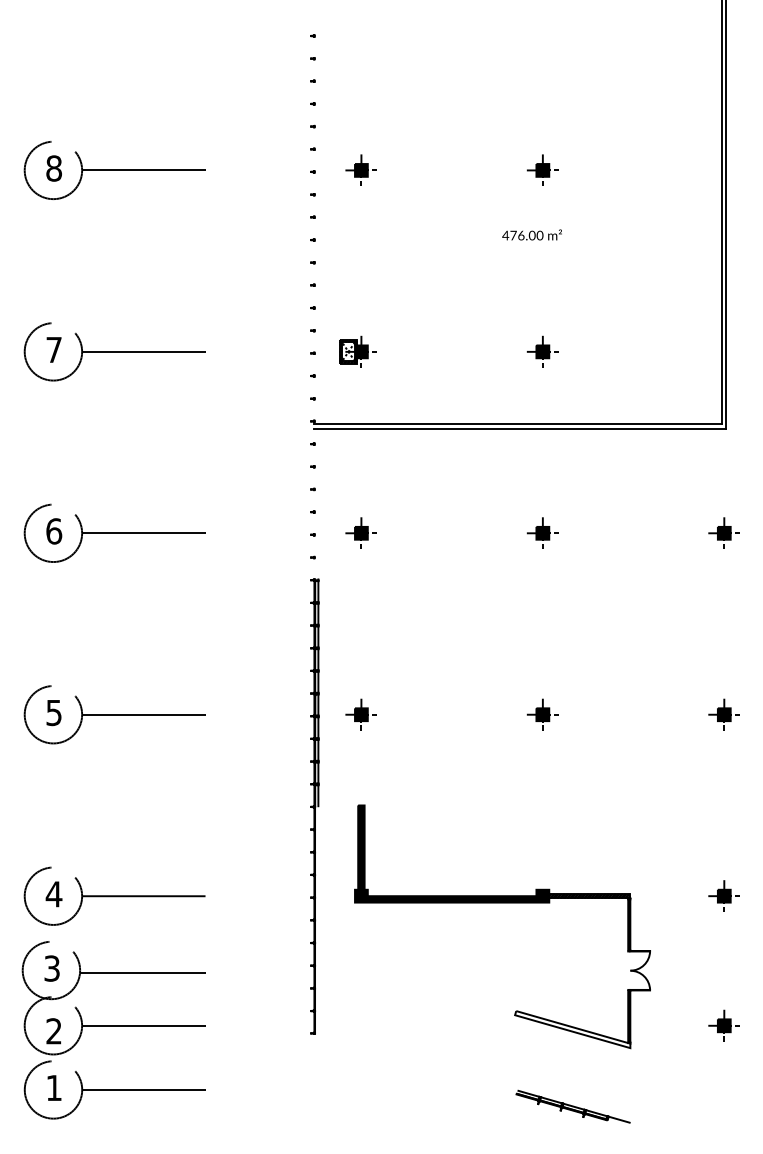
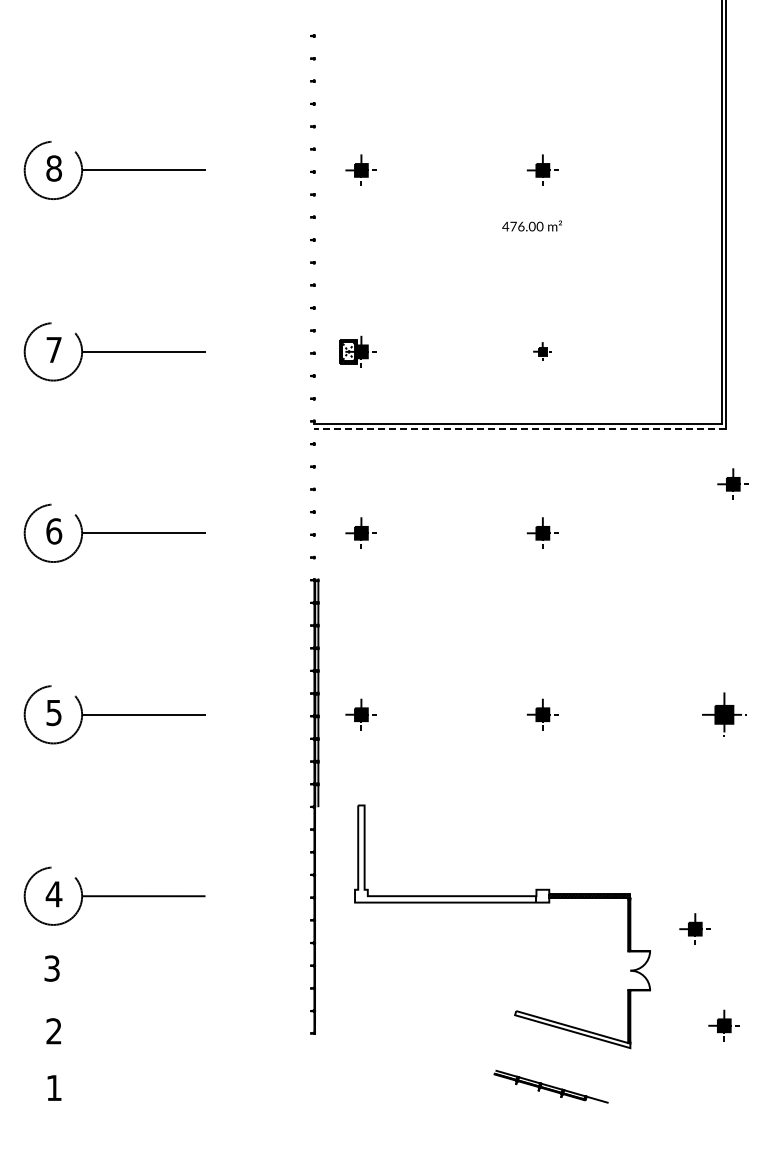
text at (531, 234) position: (531, 234) -> (531, 225)
part at (542, 351) size: 33x33 px -> 19x19 px
line at (520, 428): solid -> dashed
part at (723, 532) position: (723, 532) -> (732, 483)
part at (723, 714) size: 32x33 px -> 45x45 px
fill at (452, 853): present -> none
part at (723, 895) position: (723, 895) -> (694, 928)
part at (113, 1030): present -> none
part at (572, 1106) position: (572, 1106) -> (550, 1086)
